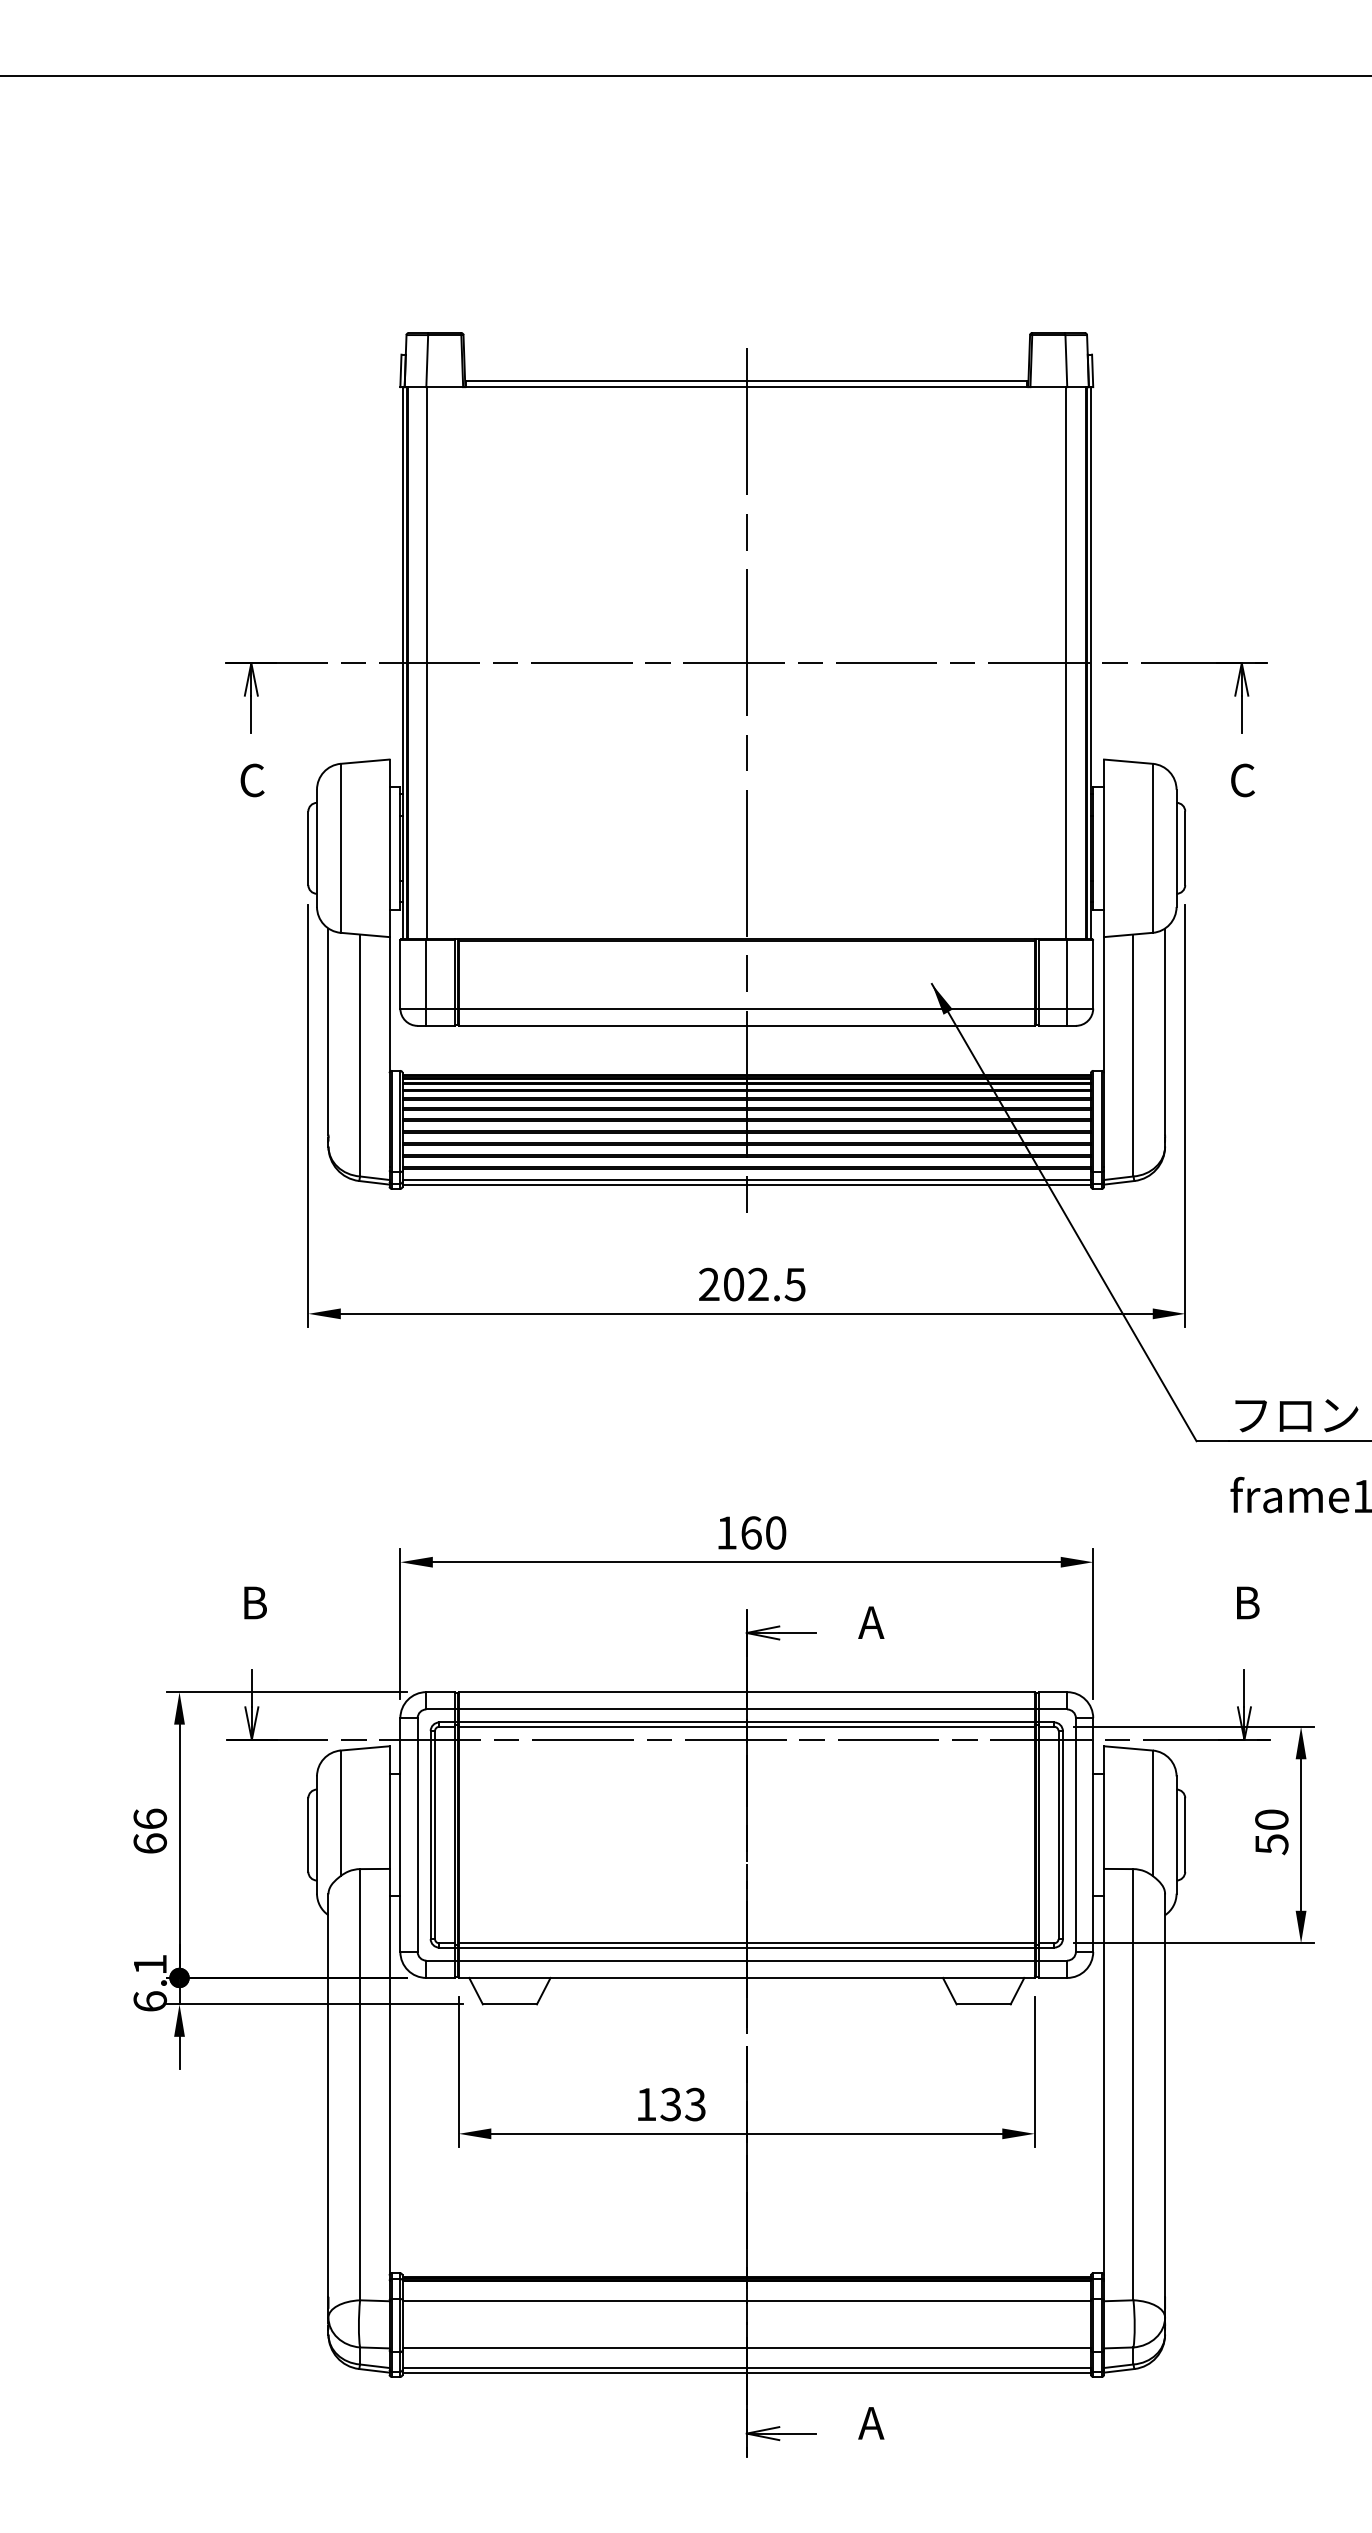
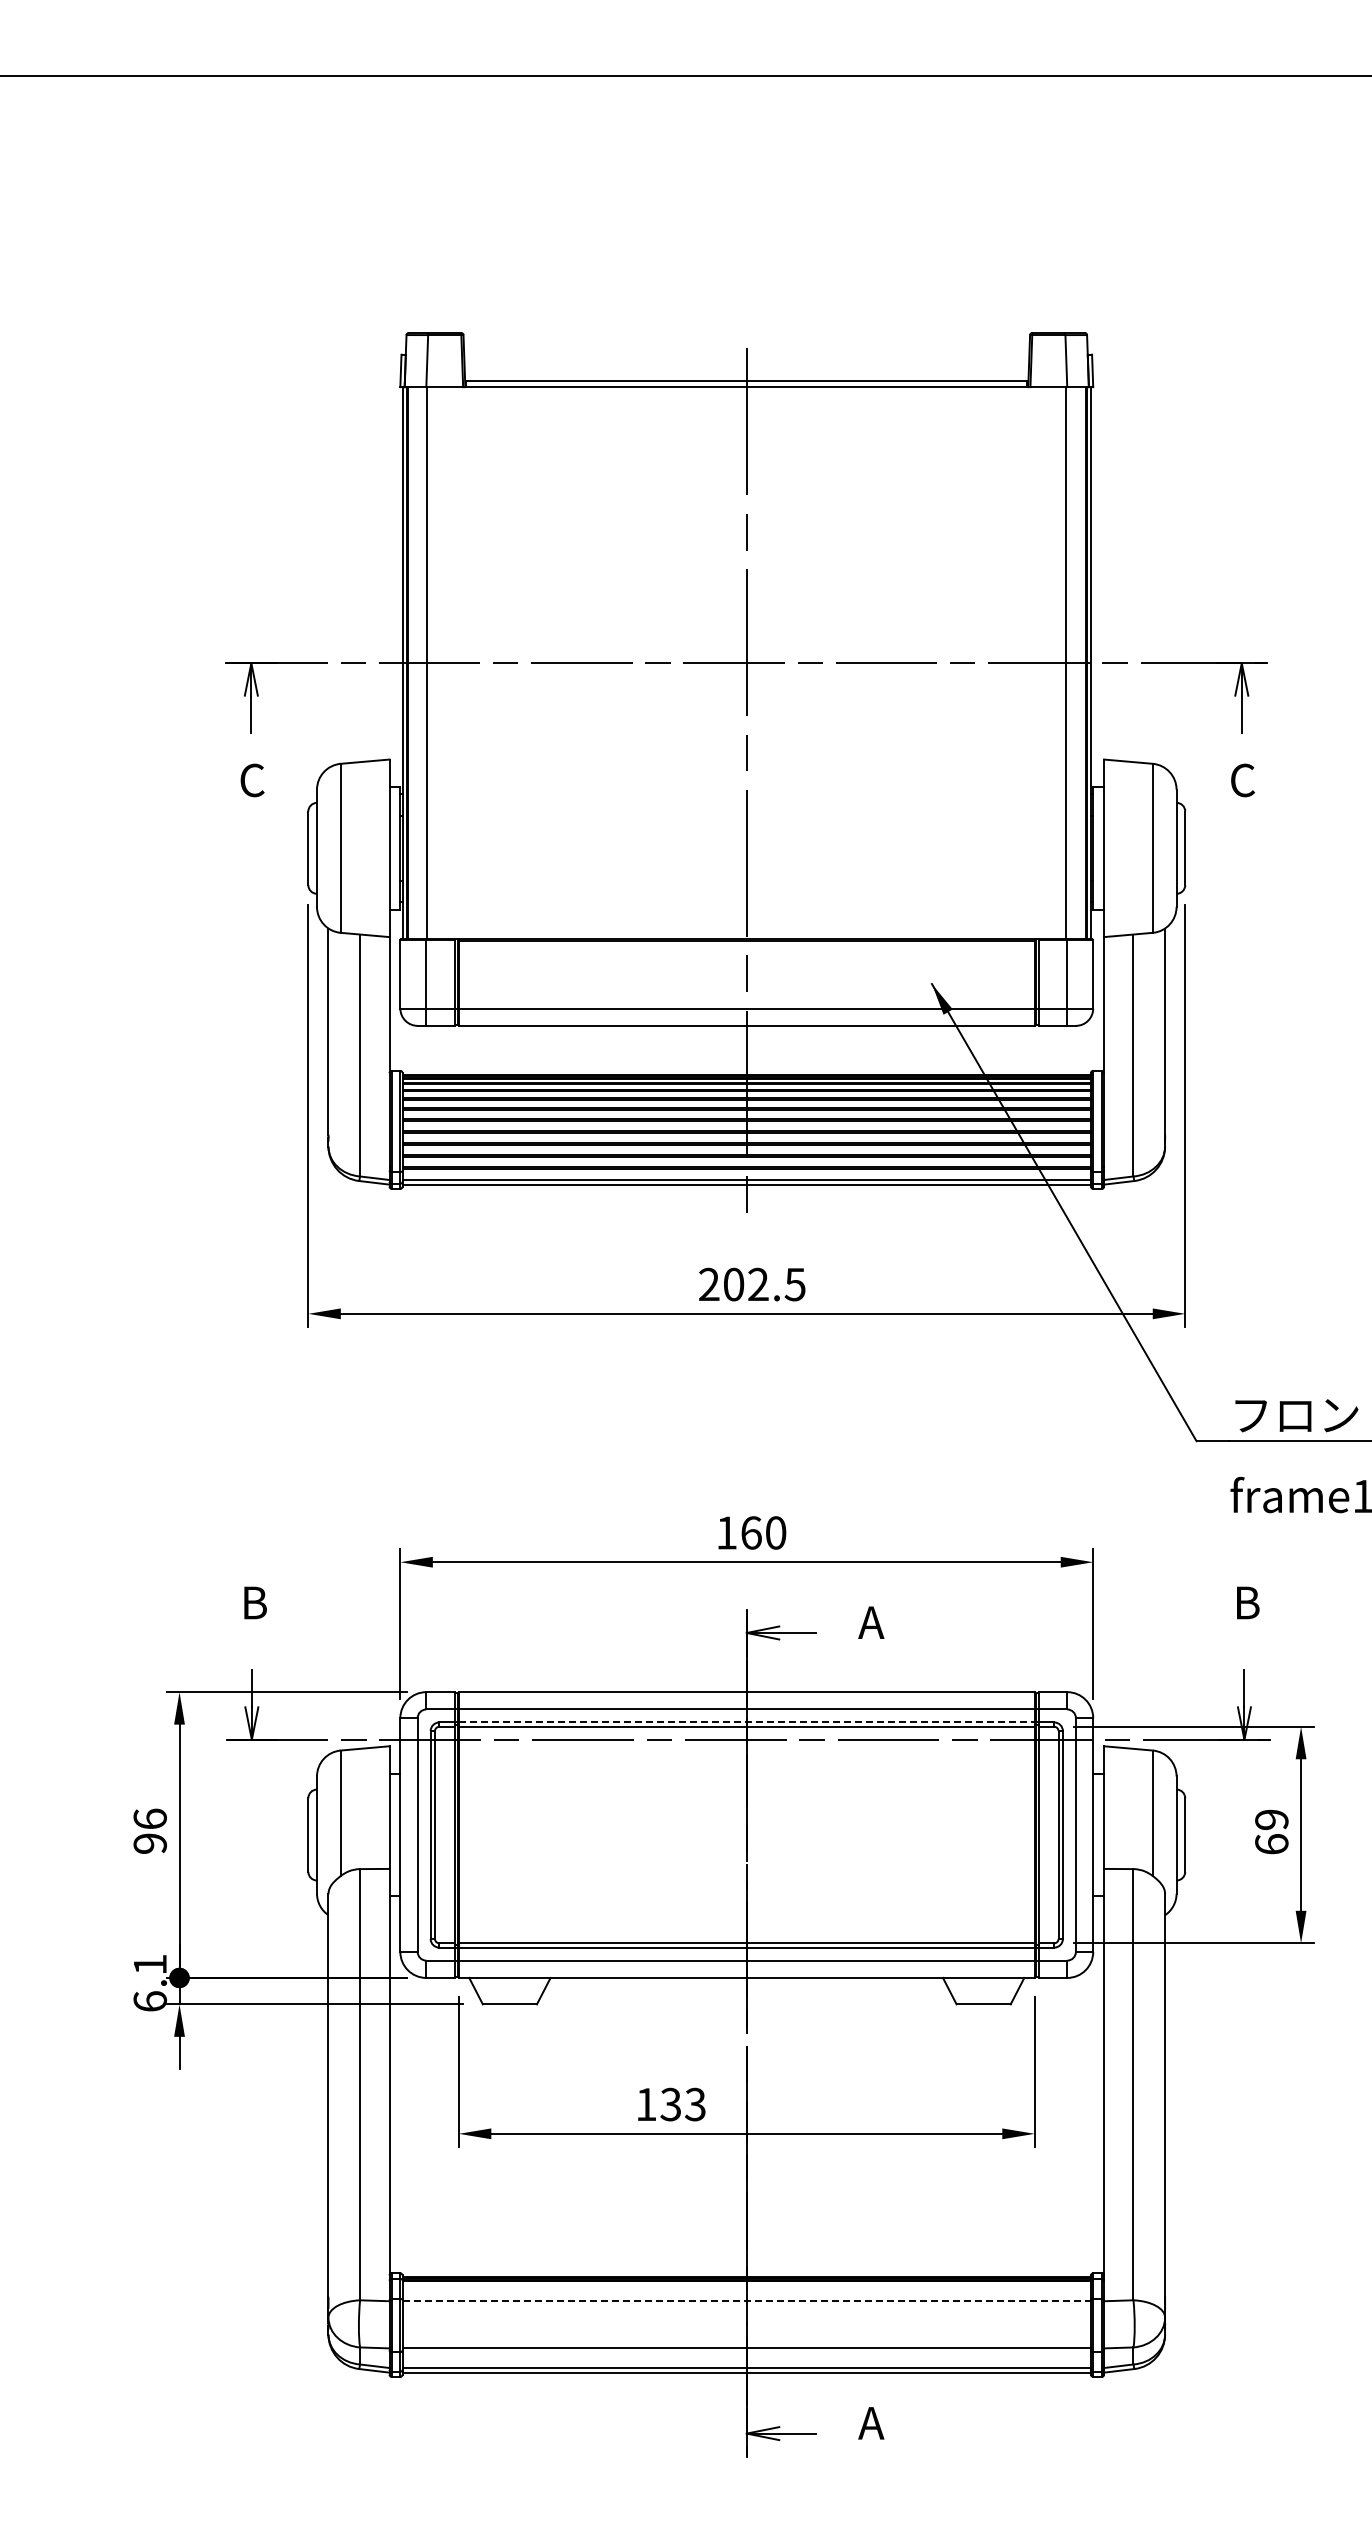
line at (746, 1722): solid -> dashed
text at (1271, 1832): 50 -> 69
text at (150, 1843): 66 -> 96
line at (747, 2301): solid -> dashed
